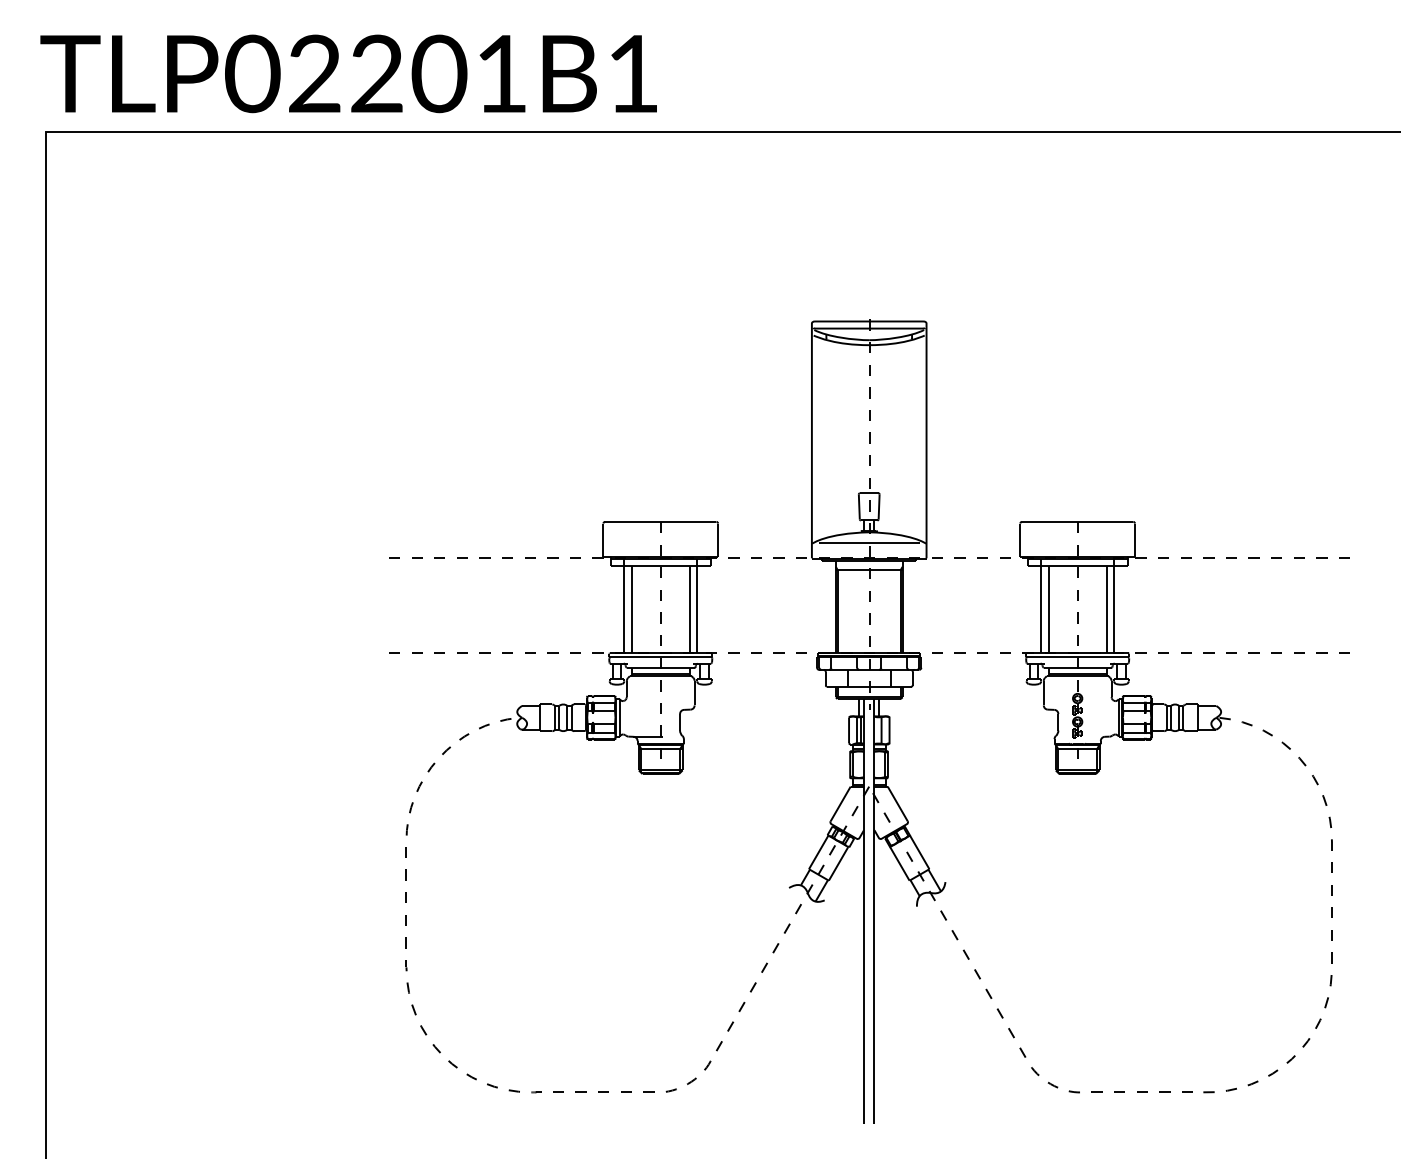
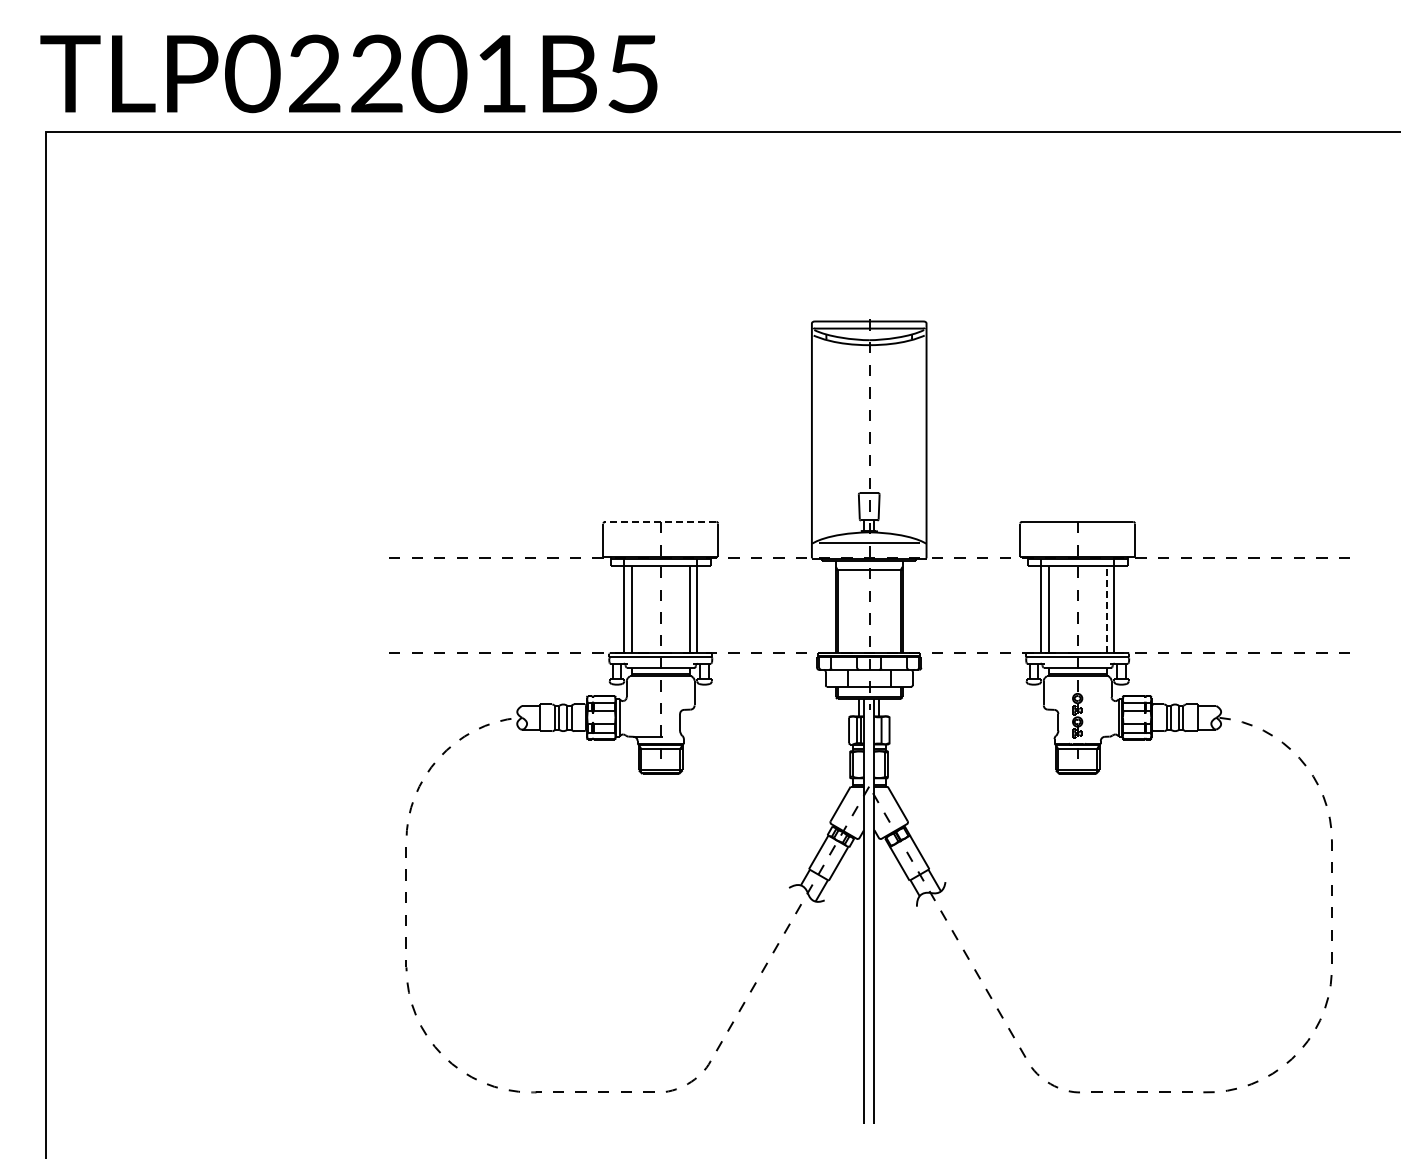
text at (632, 74): TLP02201B1 -> TLP02201B5
line at (660, 521): solid -> dashed
line at (1106, 609): solid -> dashed
